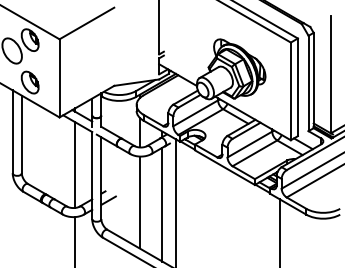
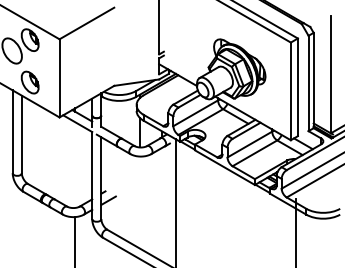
line at (75, 164): present -> none
line at (139, 202): present -> none
line at (162, 204): present -> none
line at (279, 231) position: (279, 231) -> (295, 231)
